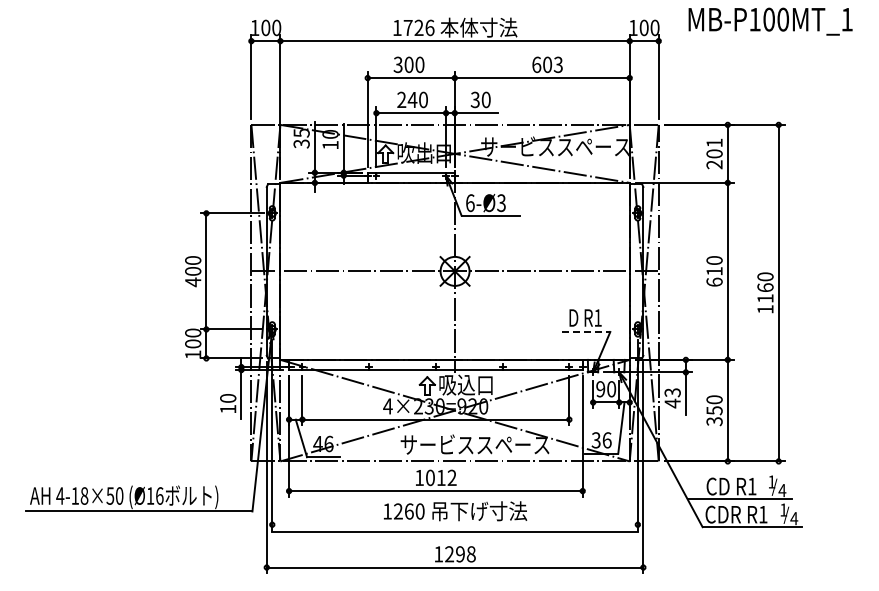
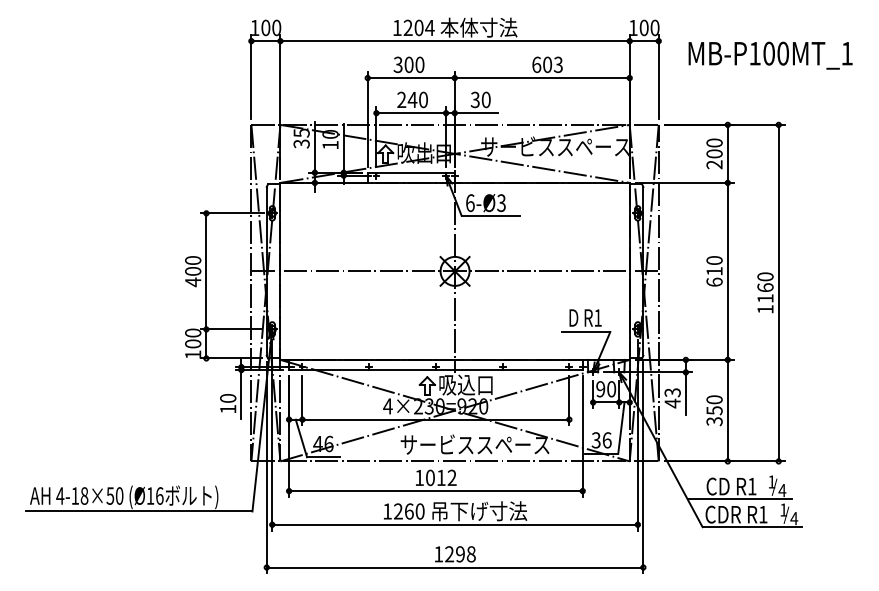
text at (770, 21) position: (770, 21) -> (770, 55)
text at (418, 27): 1726 -> 1204
text at (714, 142): 201 -> 200
line at (586, 331): dashed -> solid
line at (454, 531) position: (454, 531) -> (454, 524)
